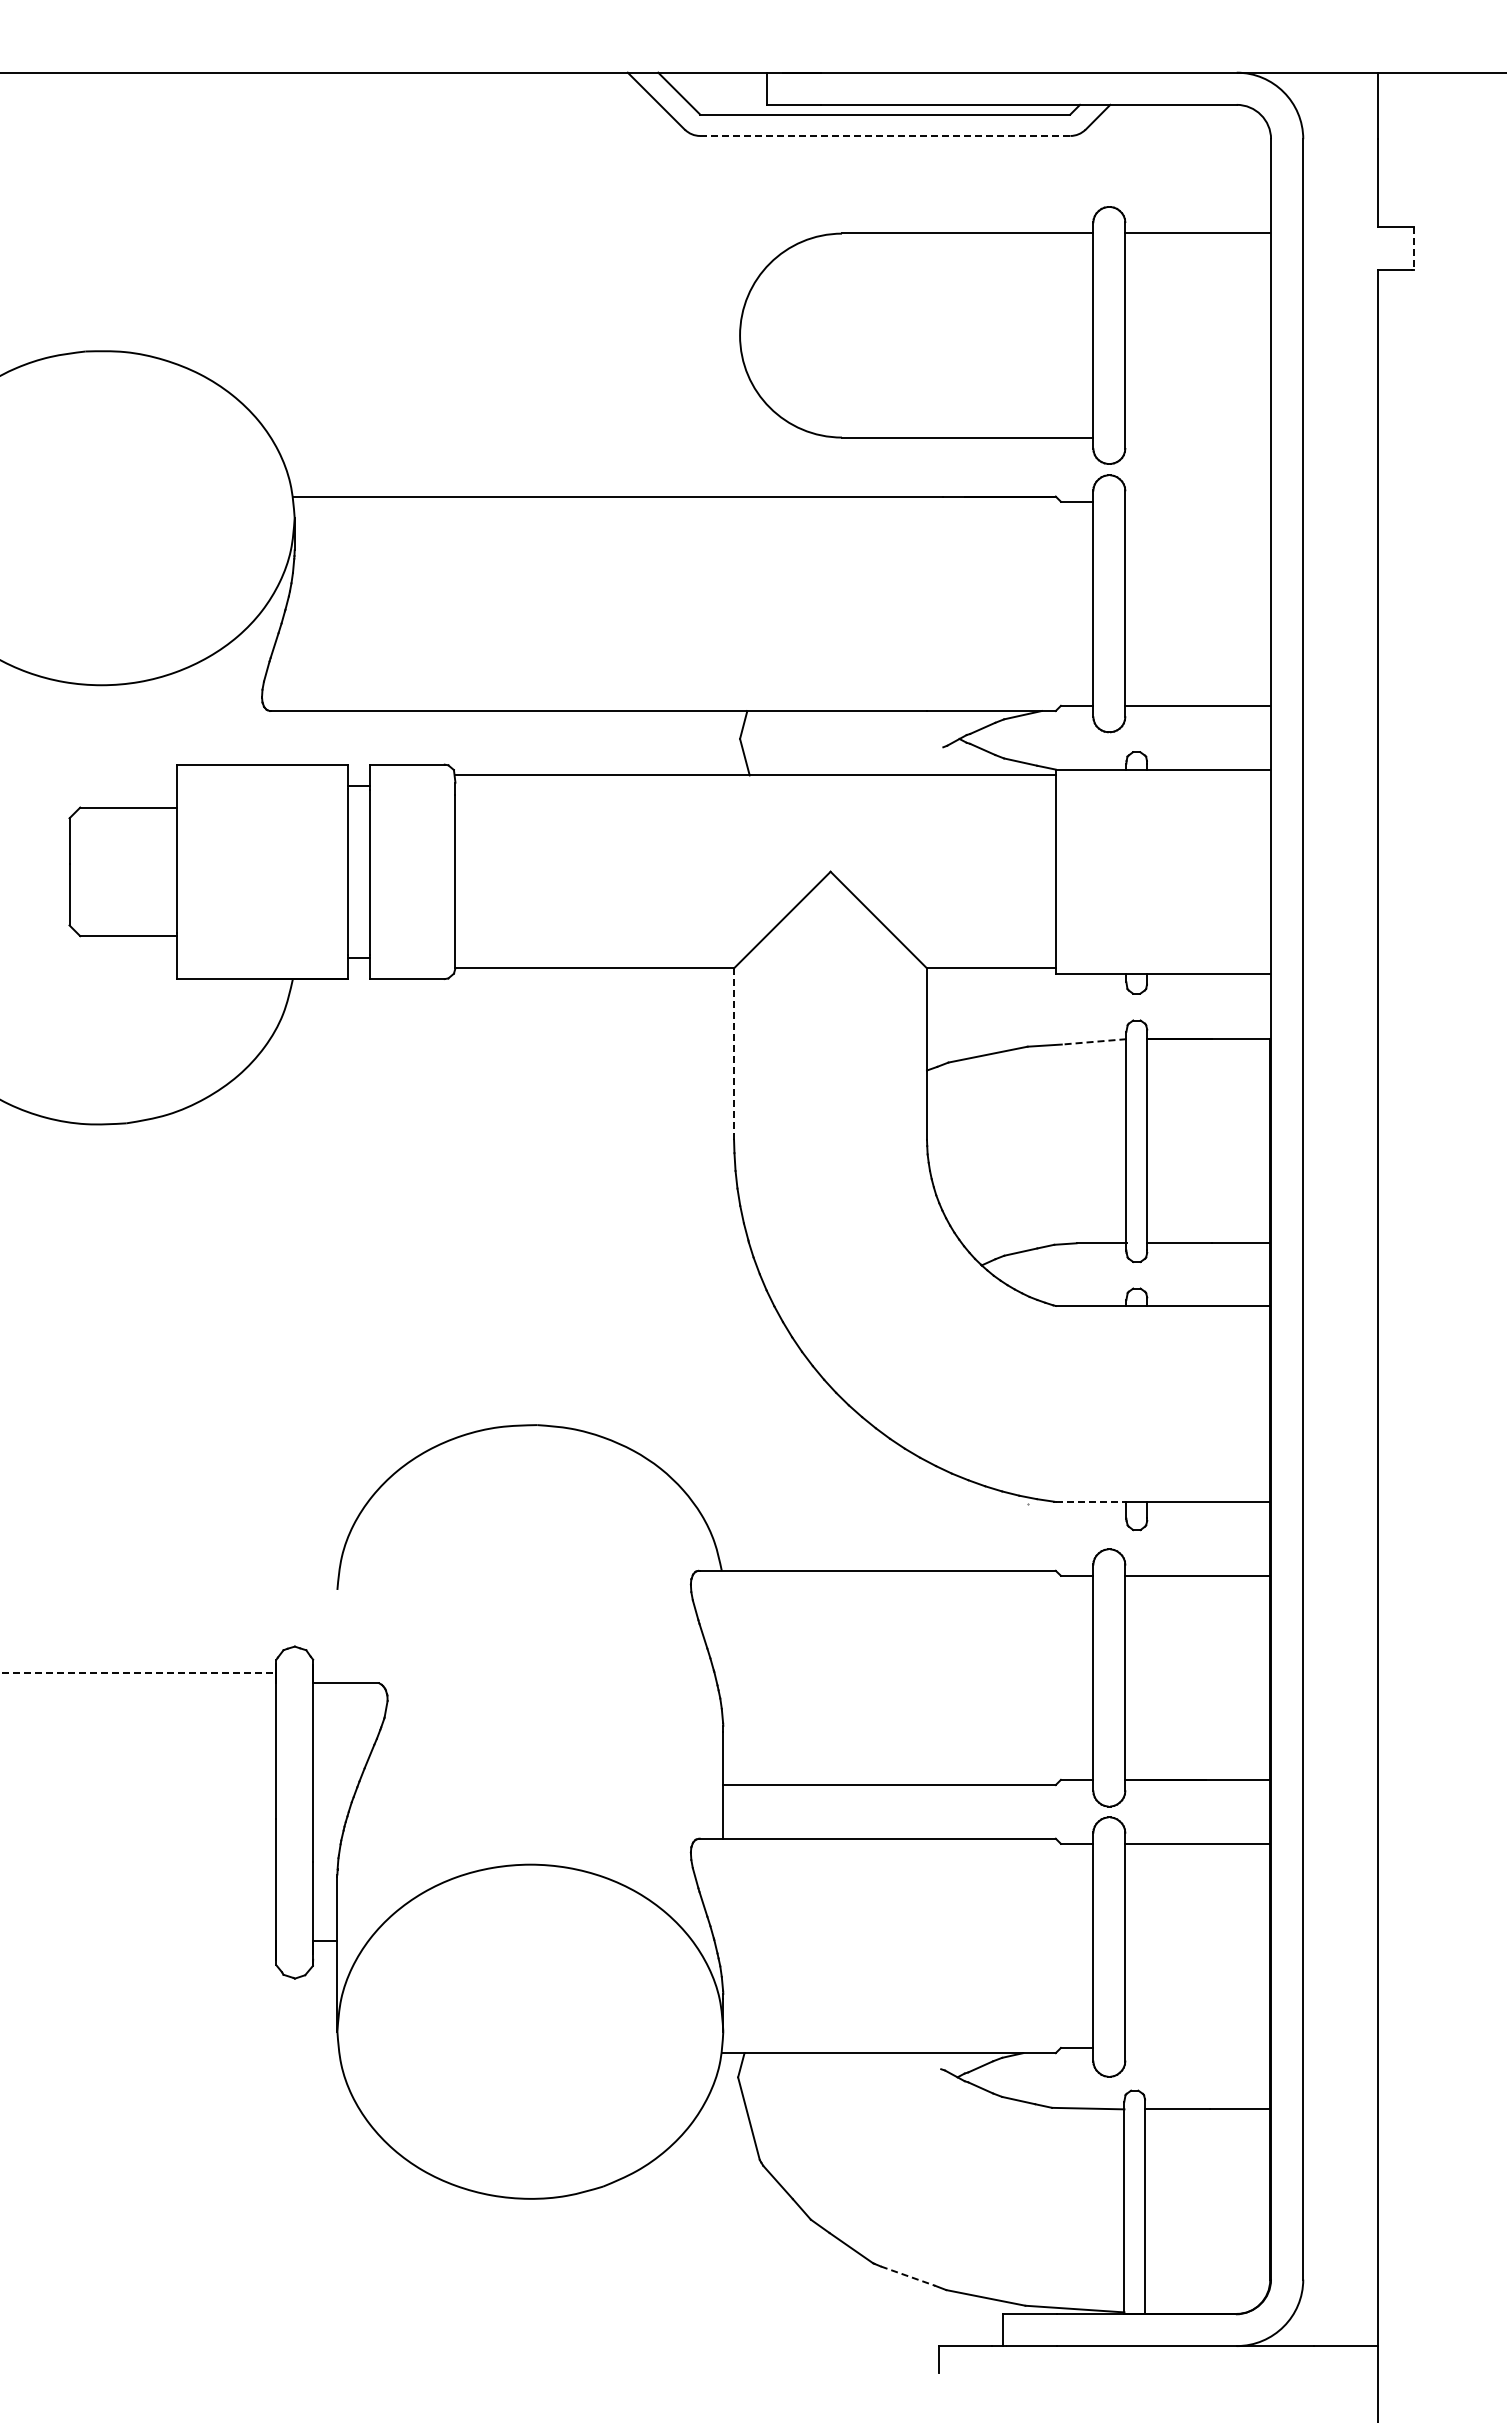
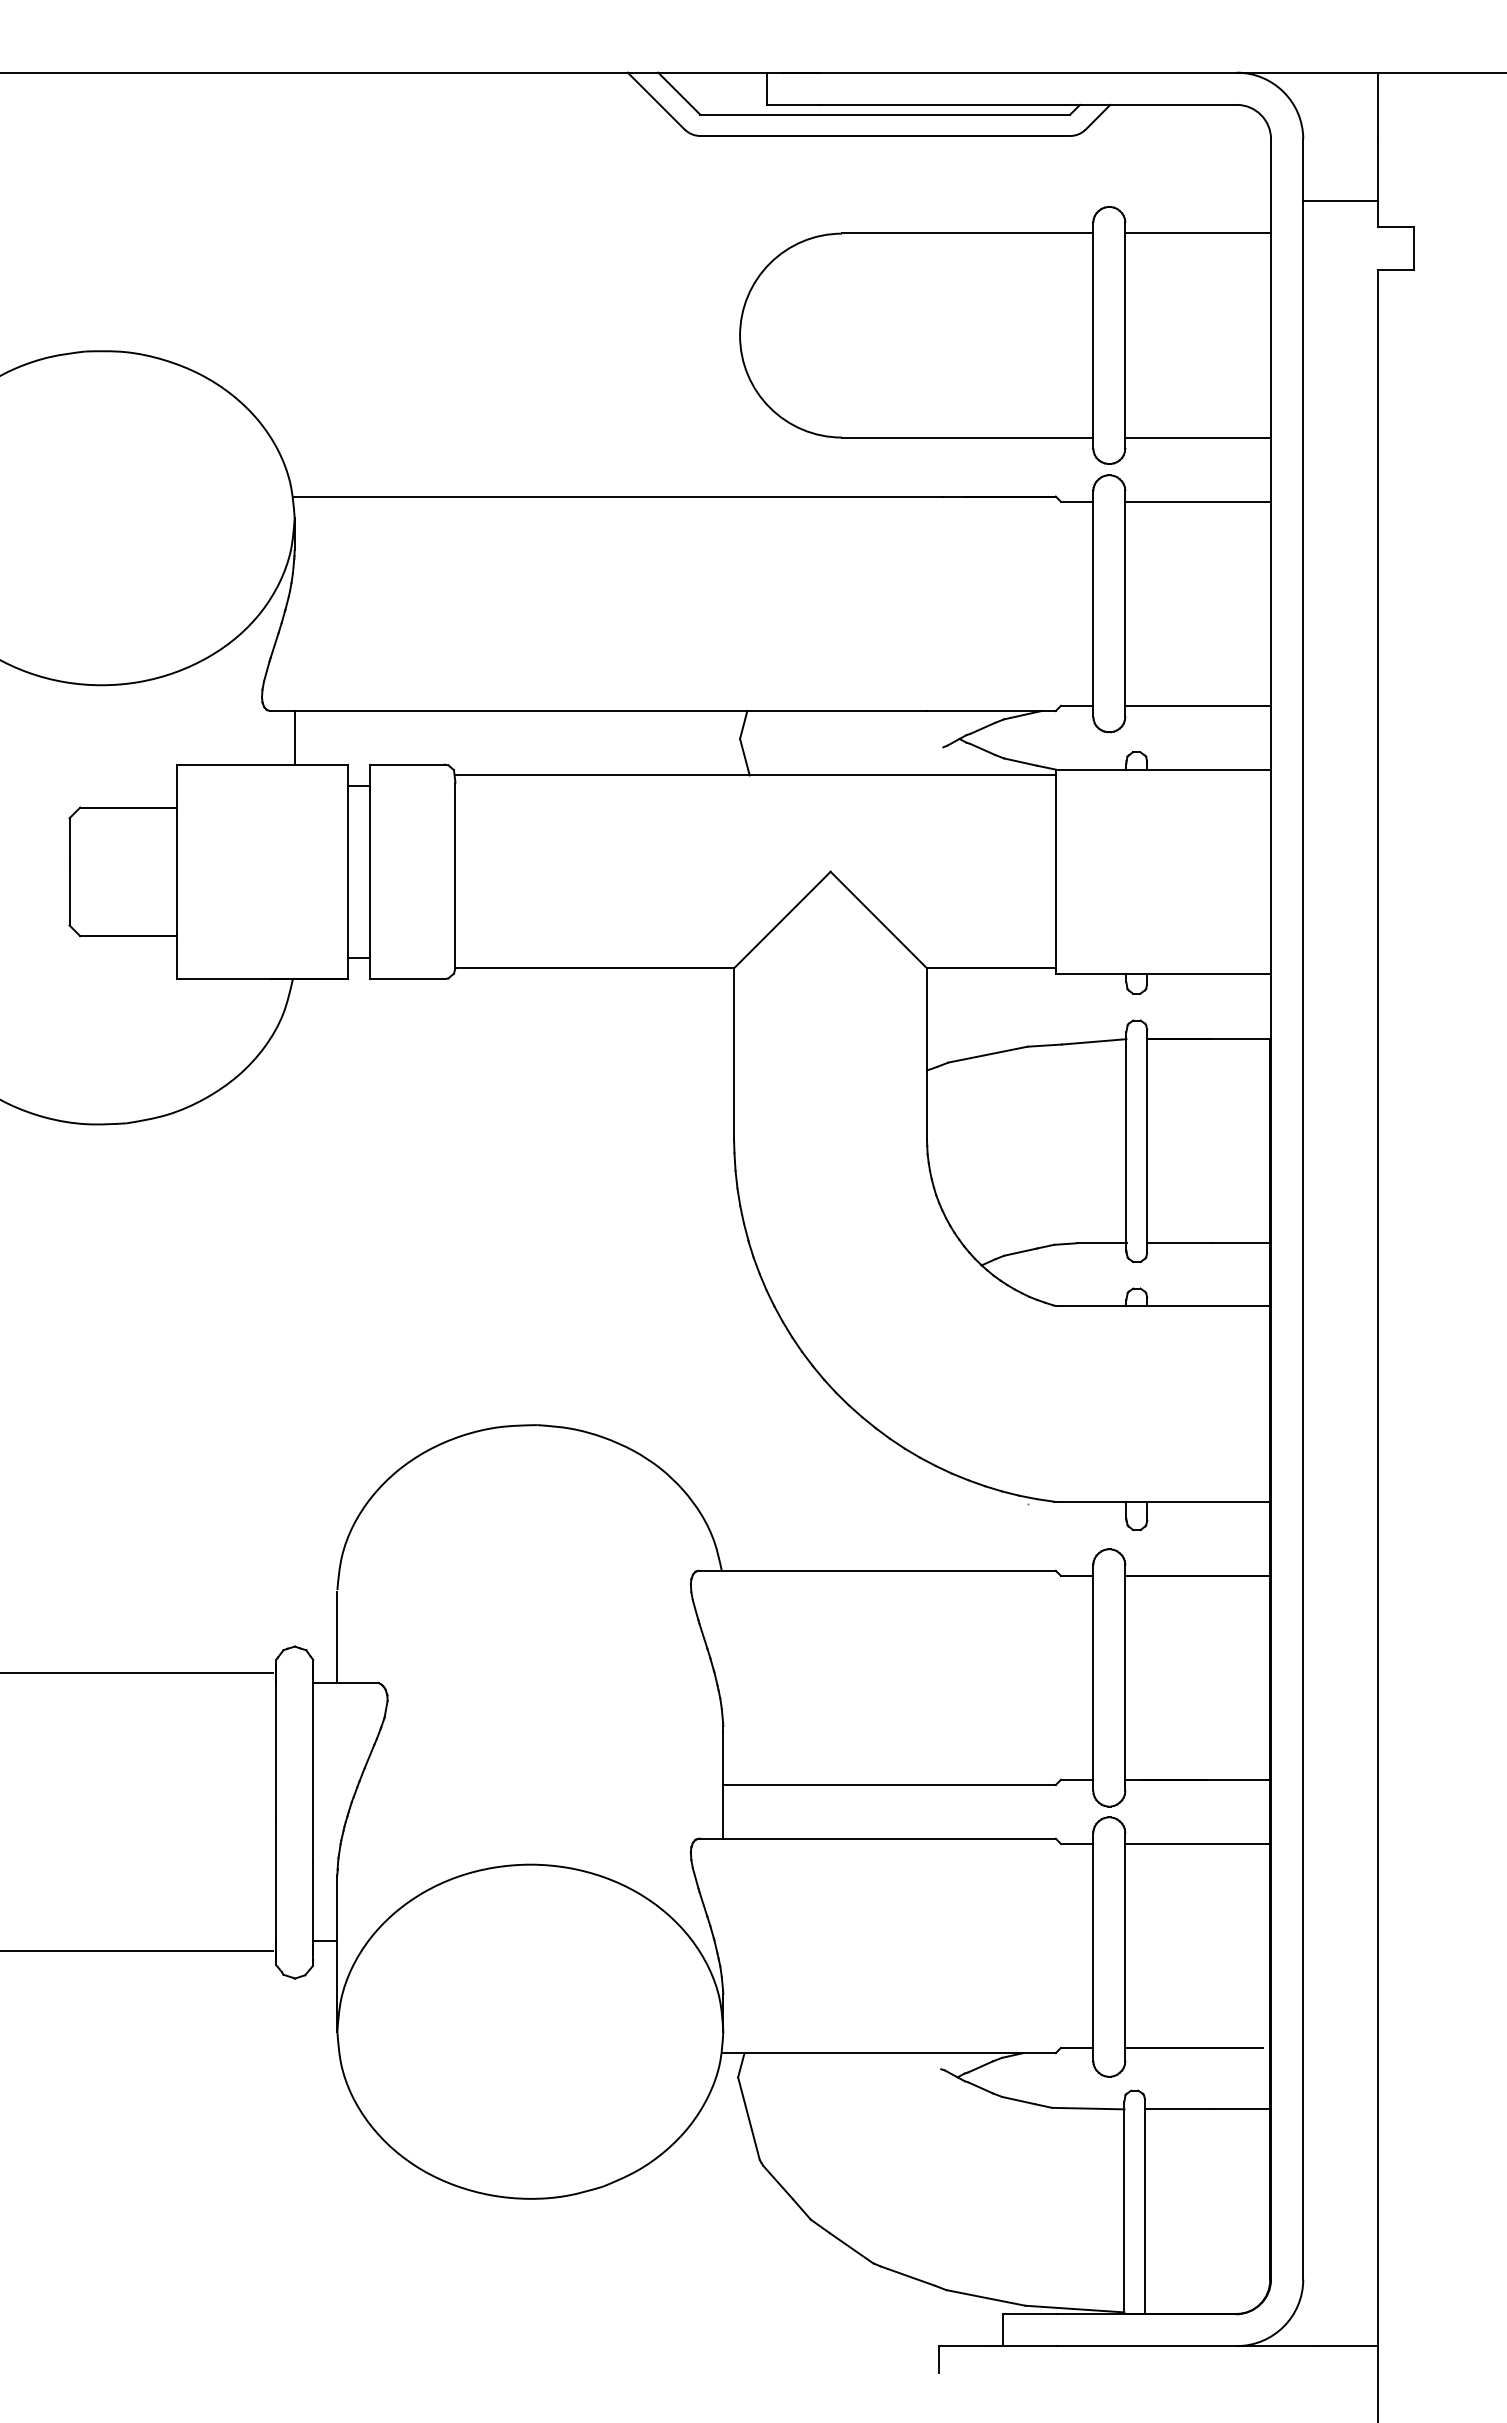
line at (885, 136): dashed -> solid
line at (1340, 201): none -> present
line at (1413, 248): dashed -> solid
line at (1197, 437): none -> present
line at (1197, 501): none -> present
line at (294, 737): none -> present
line at (1093, 1041): dashed -> solid
line at (734, 1054): dashed -> solid
line at (1091, 1501): dashed -> solid
line at (337, 1637): none -> present
line at (136, 1672): dashed -> solid
line at (137, 1951): none -> present
line at (1194, 2047): none -> present
line at (908, 2276): dashed -> solid
